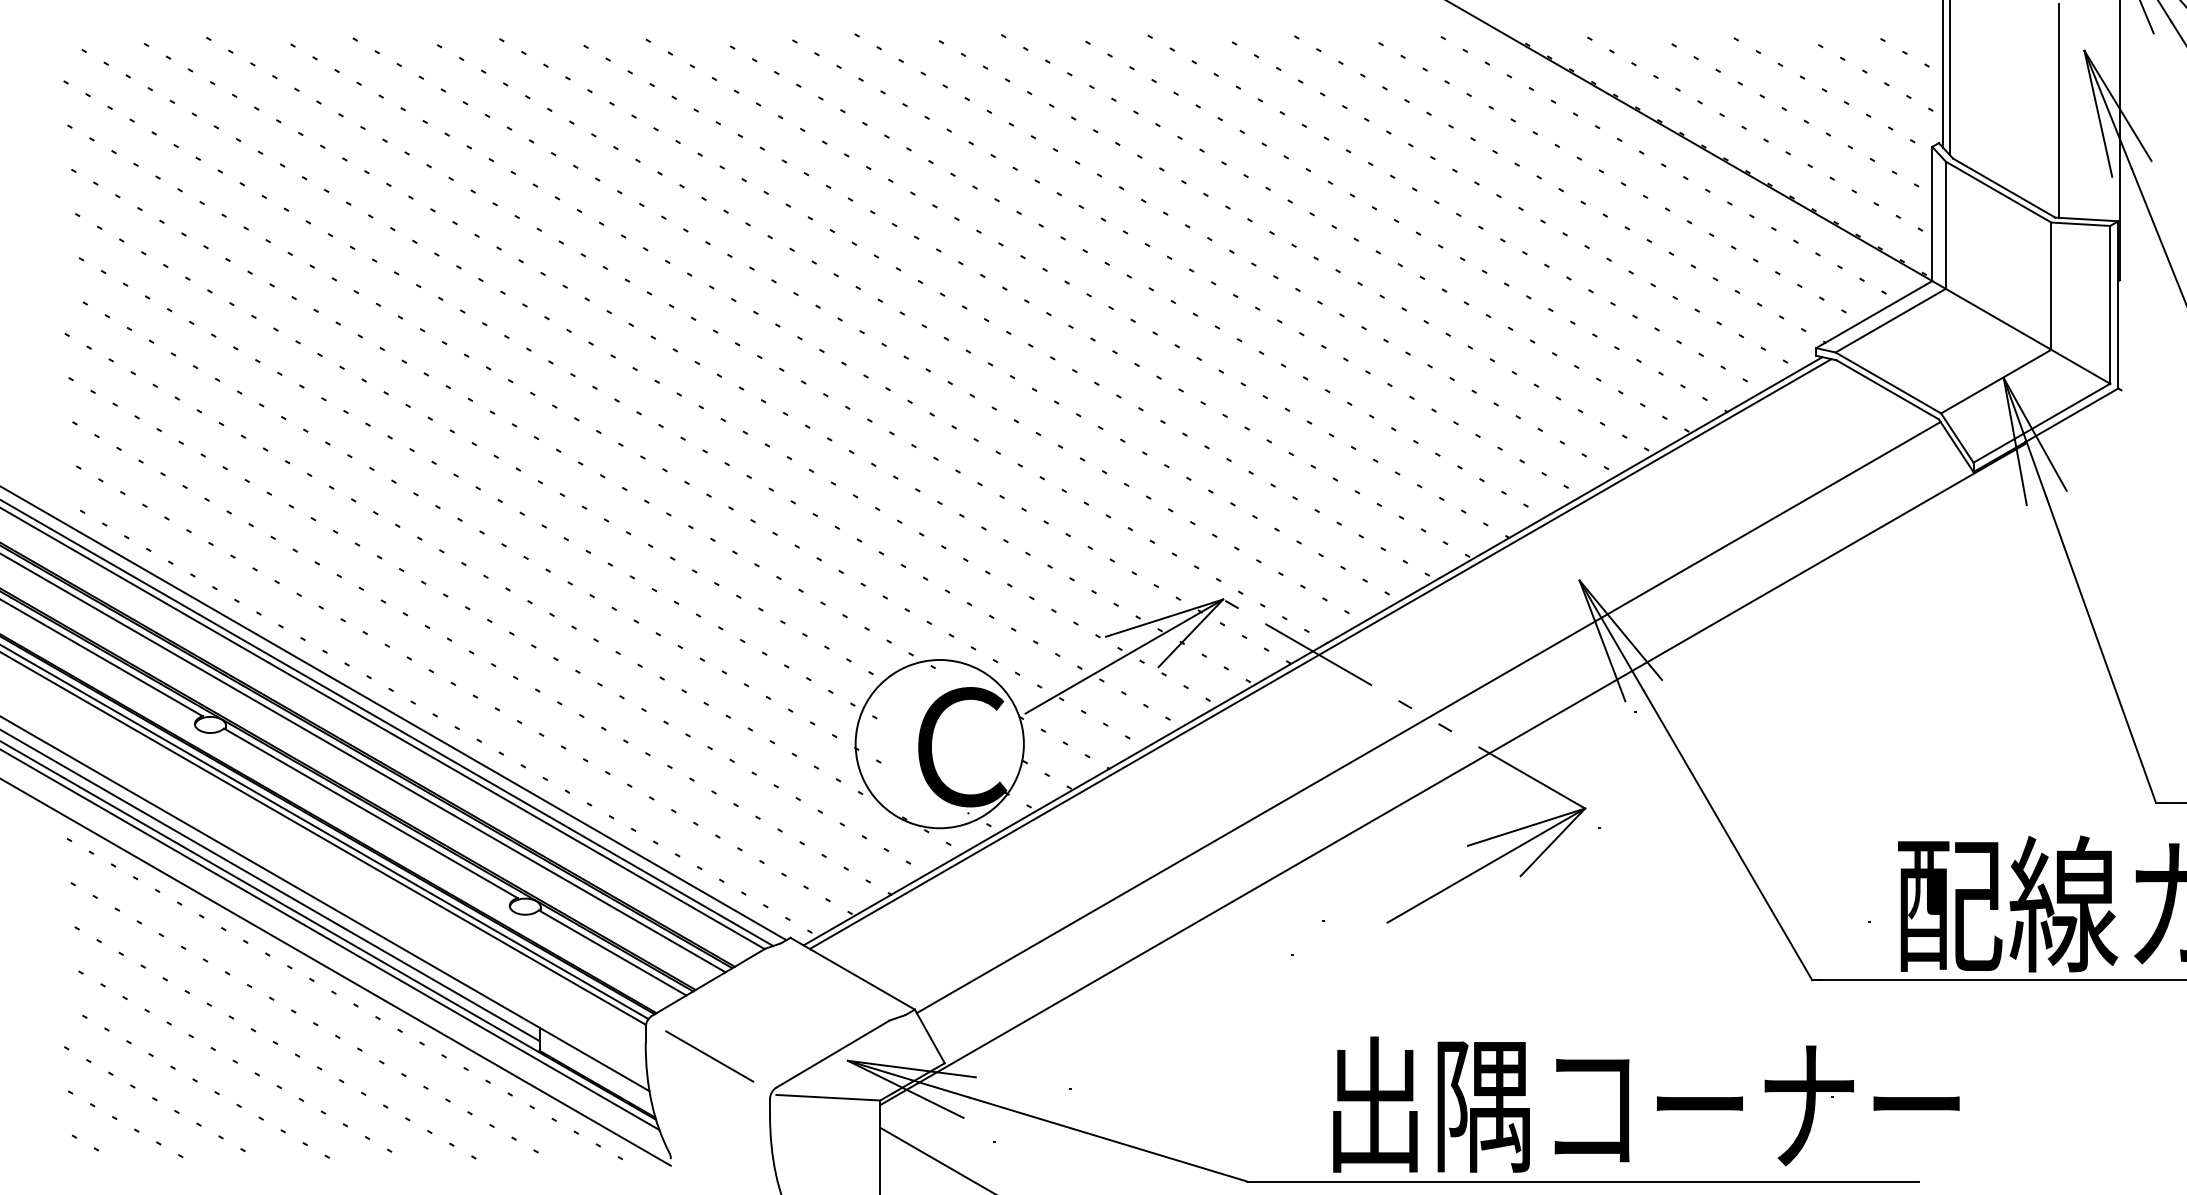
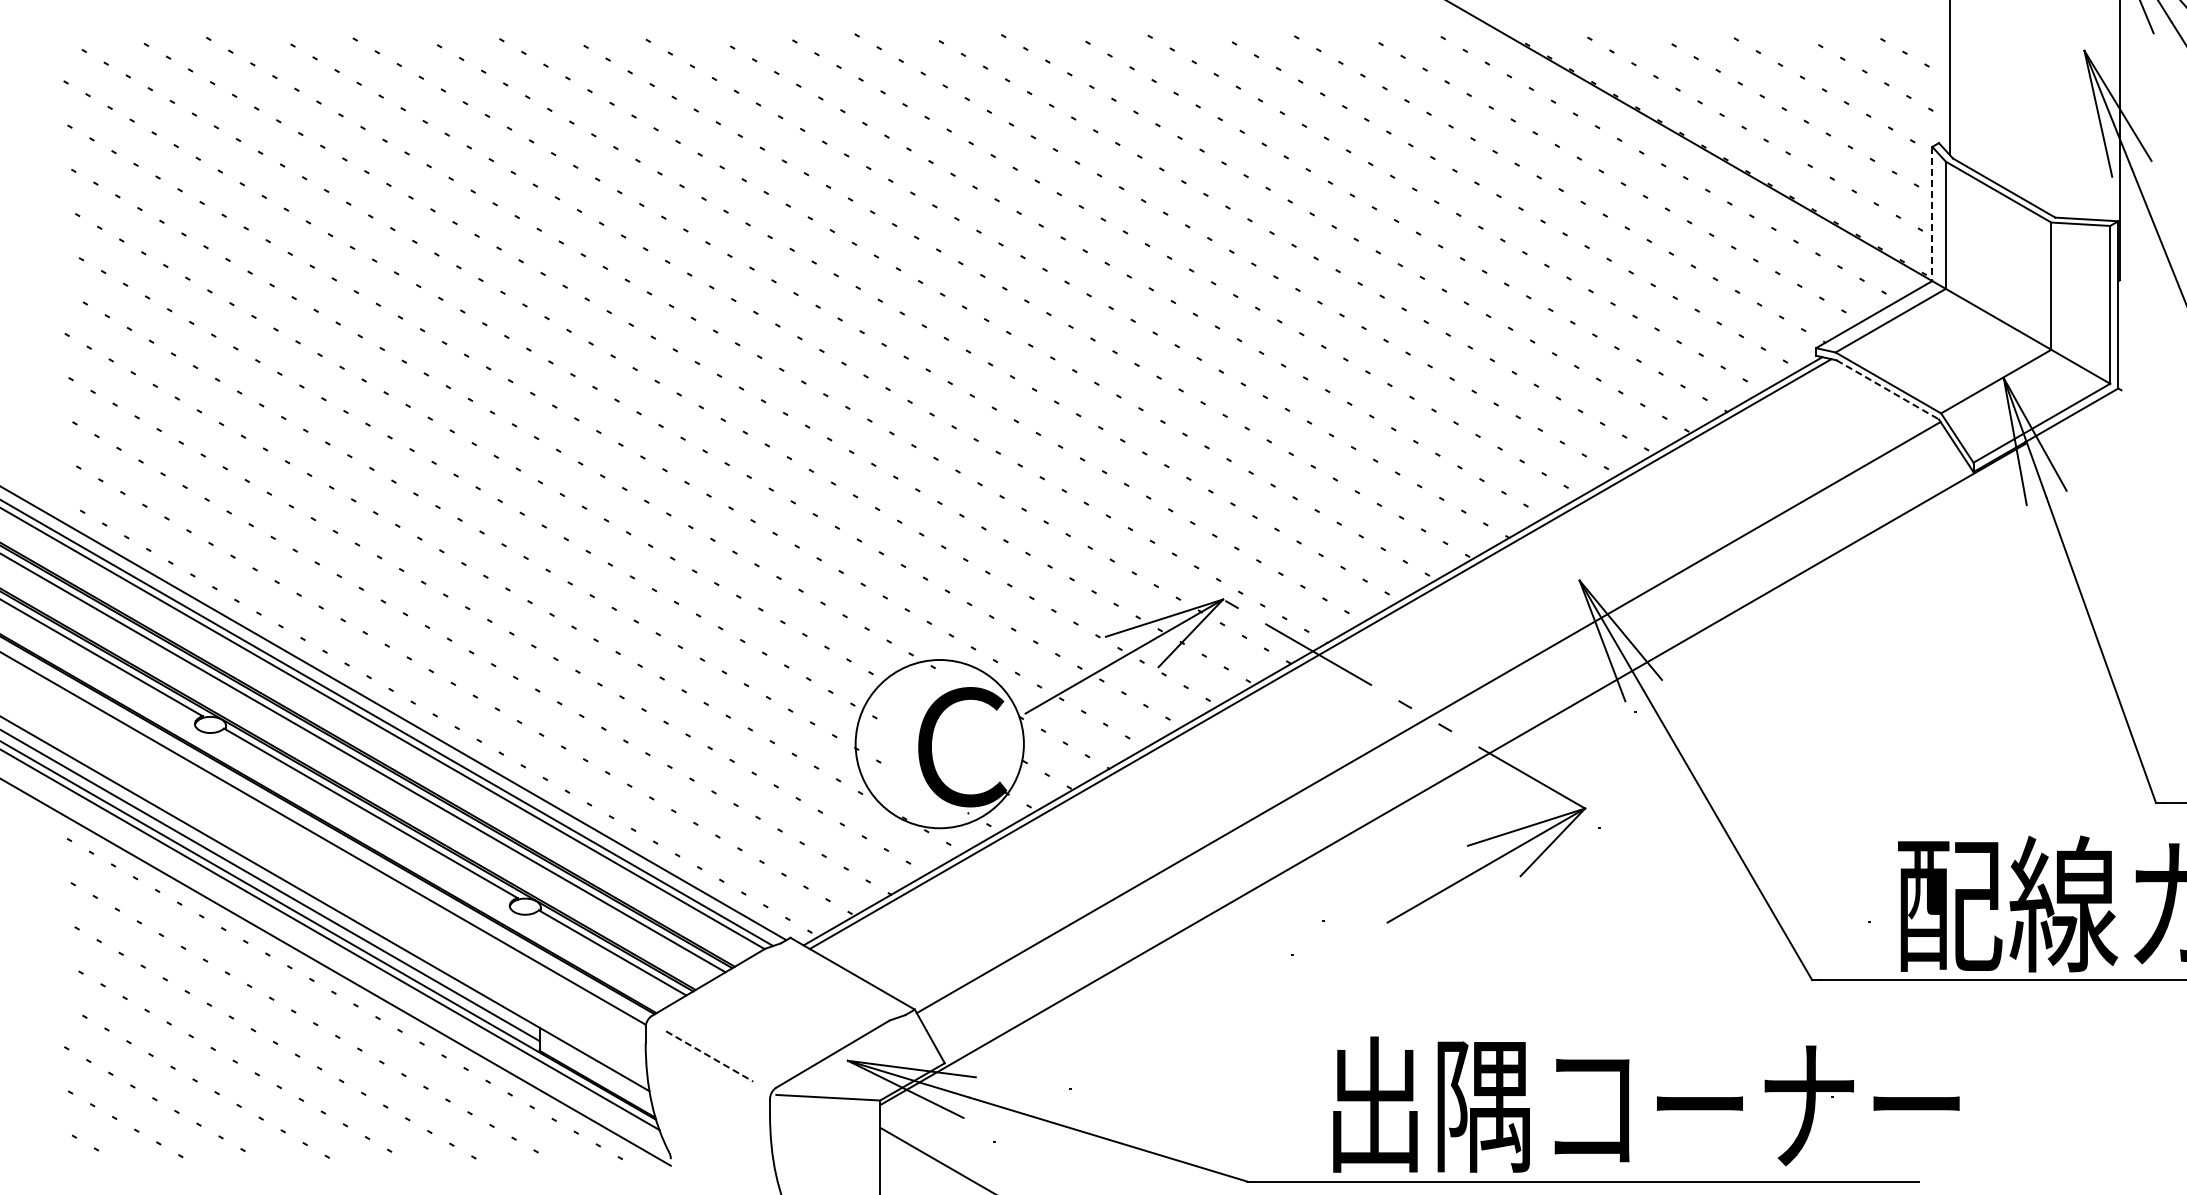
line at (1943, 74): present -> none
line at (2058, 110): present -> none
line at (1932, 214): solid -> dashed
line at (1888, 390): solid -> dashed
line at (325, 832): present -> none
line at (710, 1056): solid -> dashed
